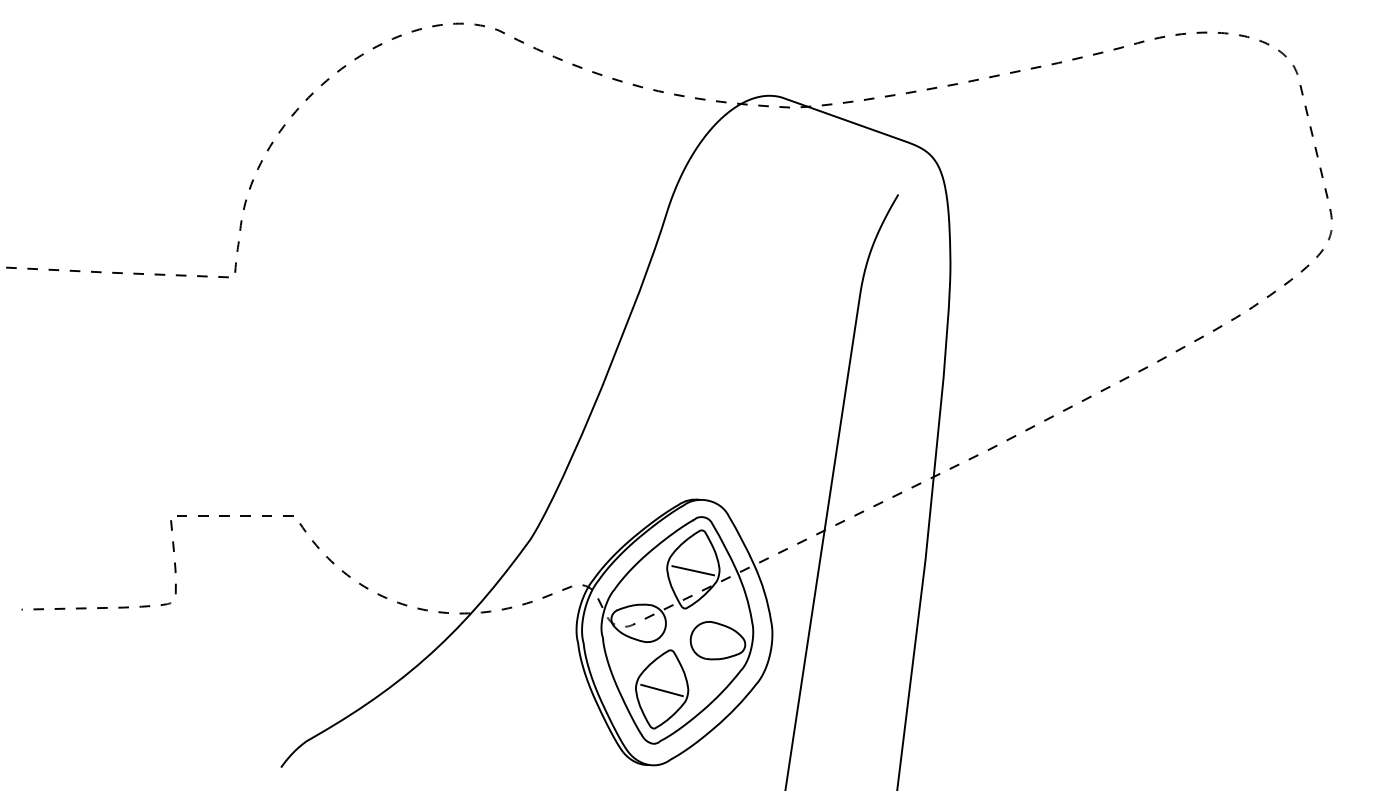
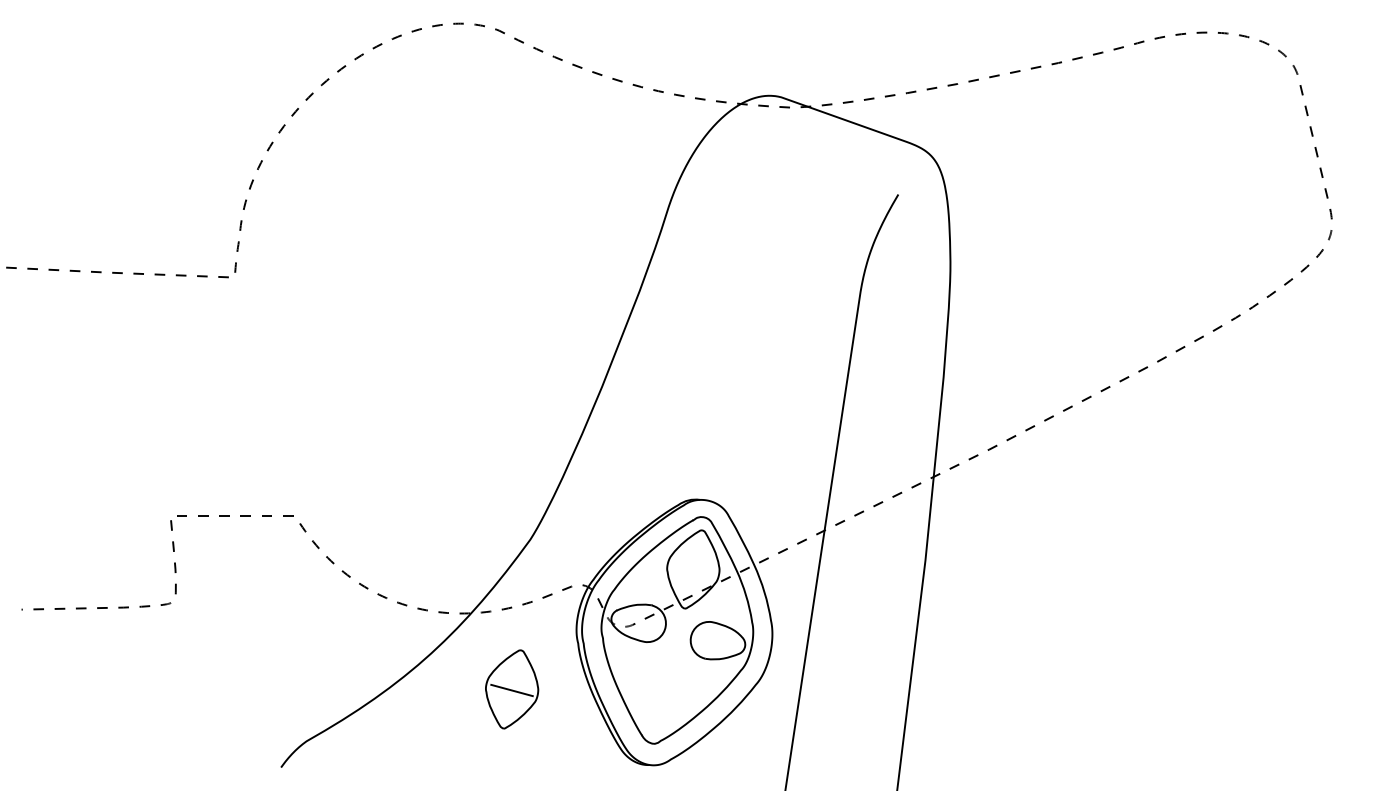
line at (693, 570): present -> none
part at (662, 689) position: (662, 689) -> (512, 689)
